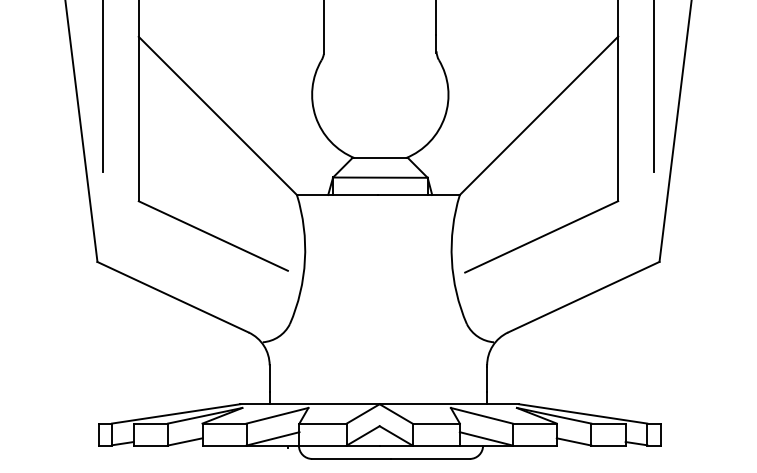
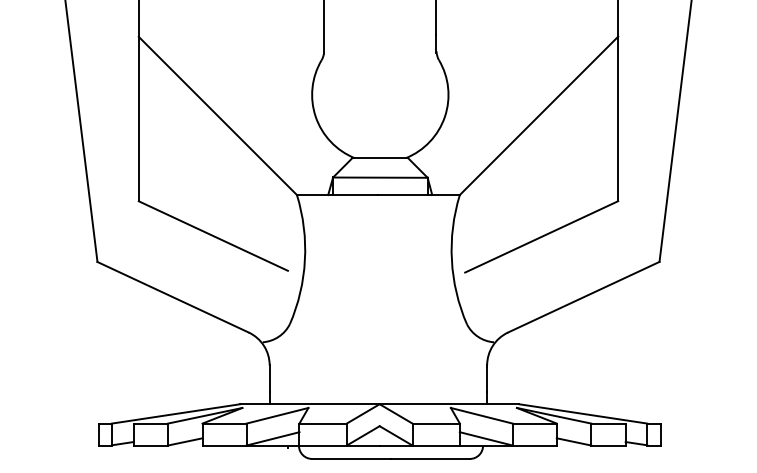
line at (102, 87): present -> none
line at (654, 87): present -> none
